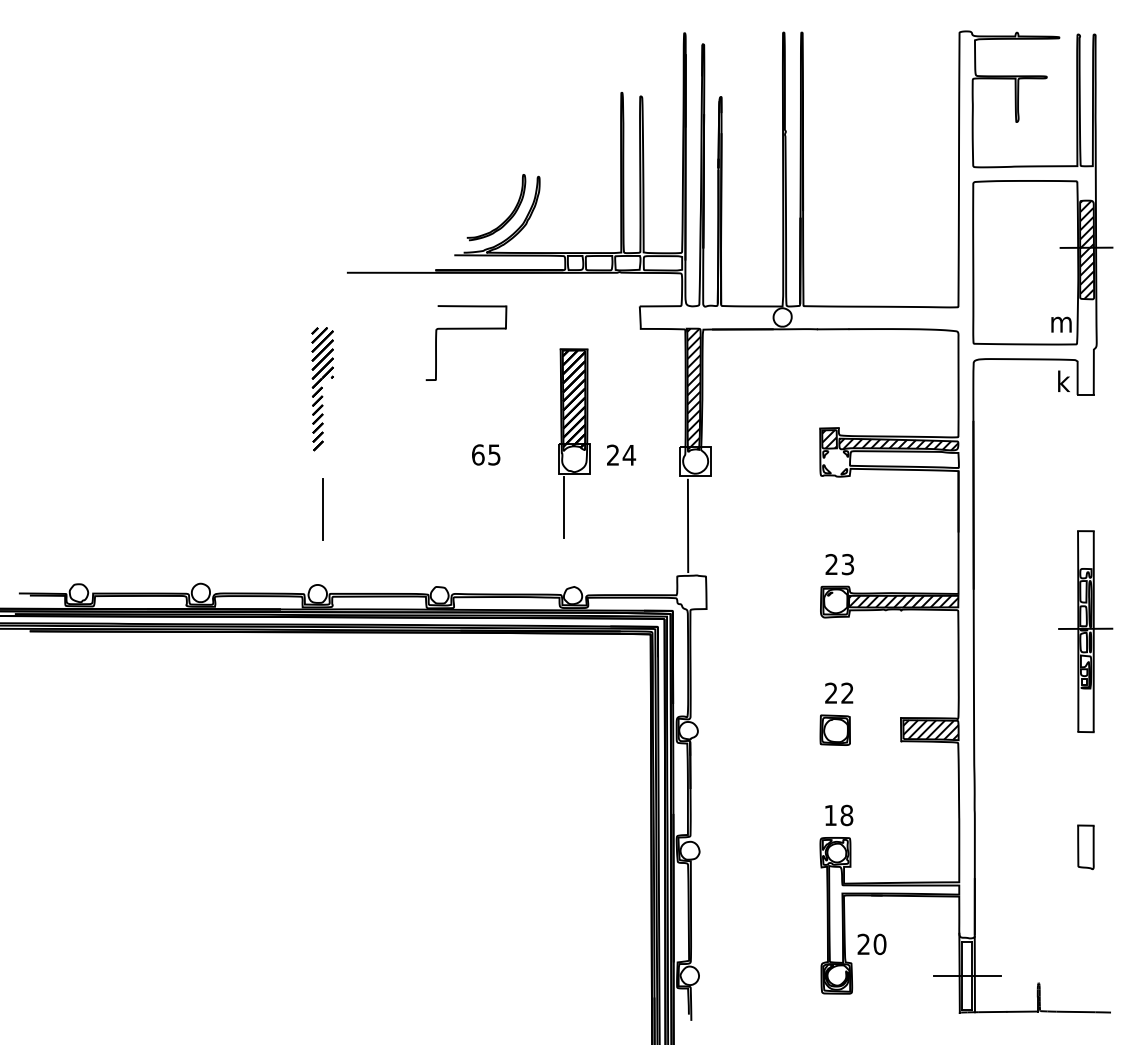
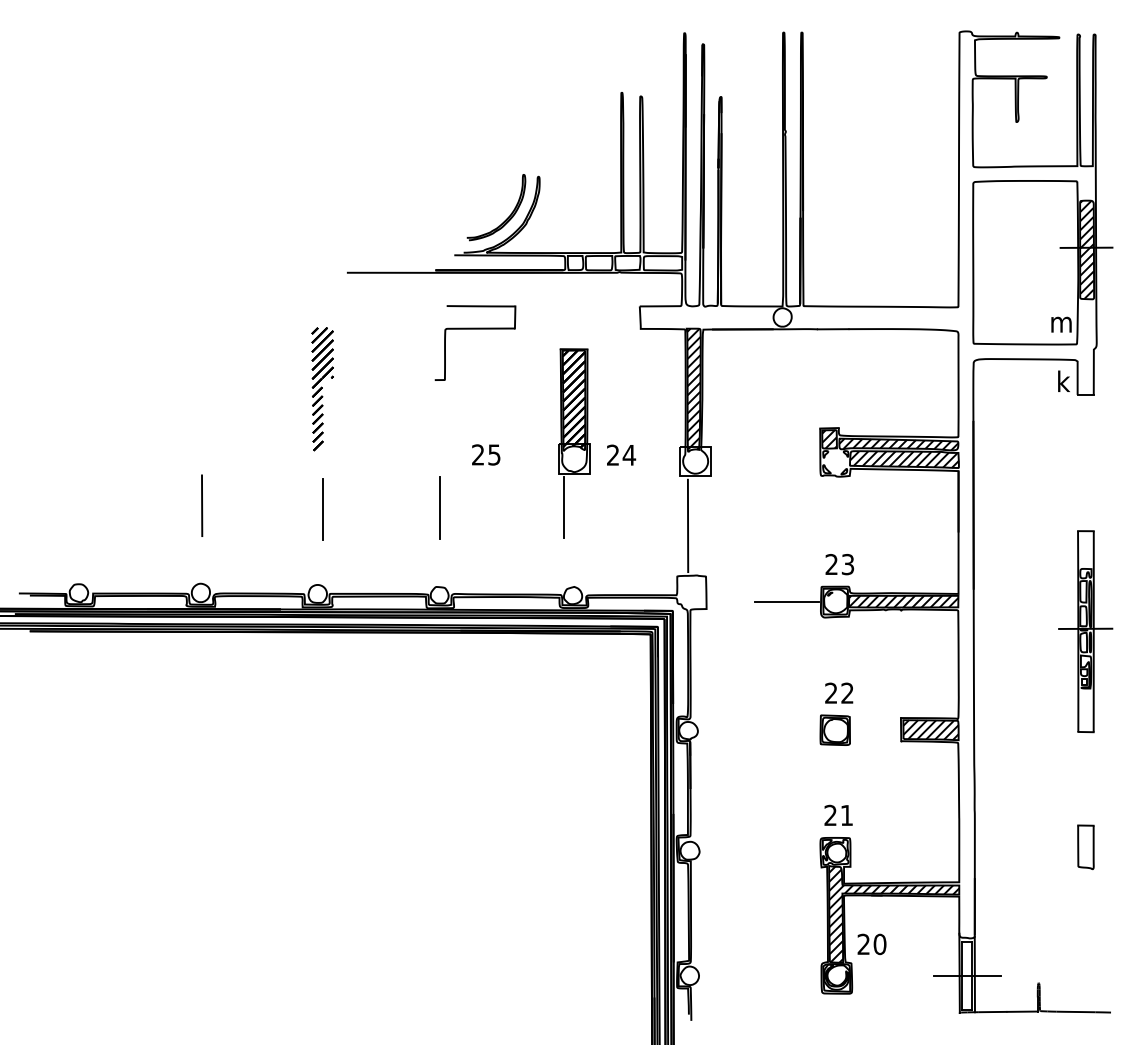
part at (466, 329) position: (466, 329) -> (475, 329)
text at (478, 454): 65 -> 25
hatch at (904, 459): none -> present
line at (202, 505): none -> present
line at (439, 507): none -> present
line at (786, 602): none -> present
text at (838, 815): 18 -> 21
hatch at (894, 914): none -> present
